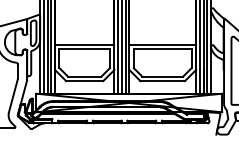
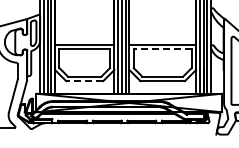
line at (162, 49): solid -> dashed
line at (84, 81): solid -> dashed
